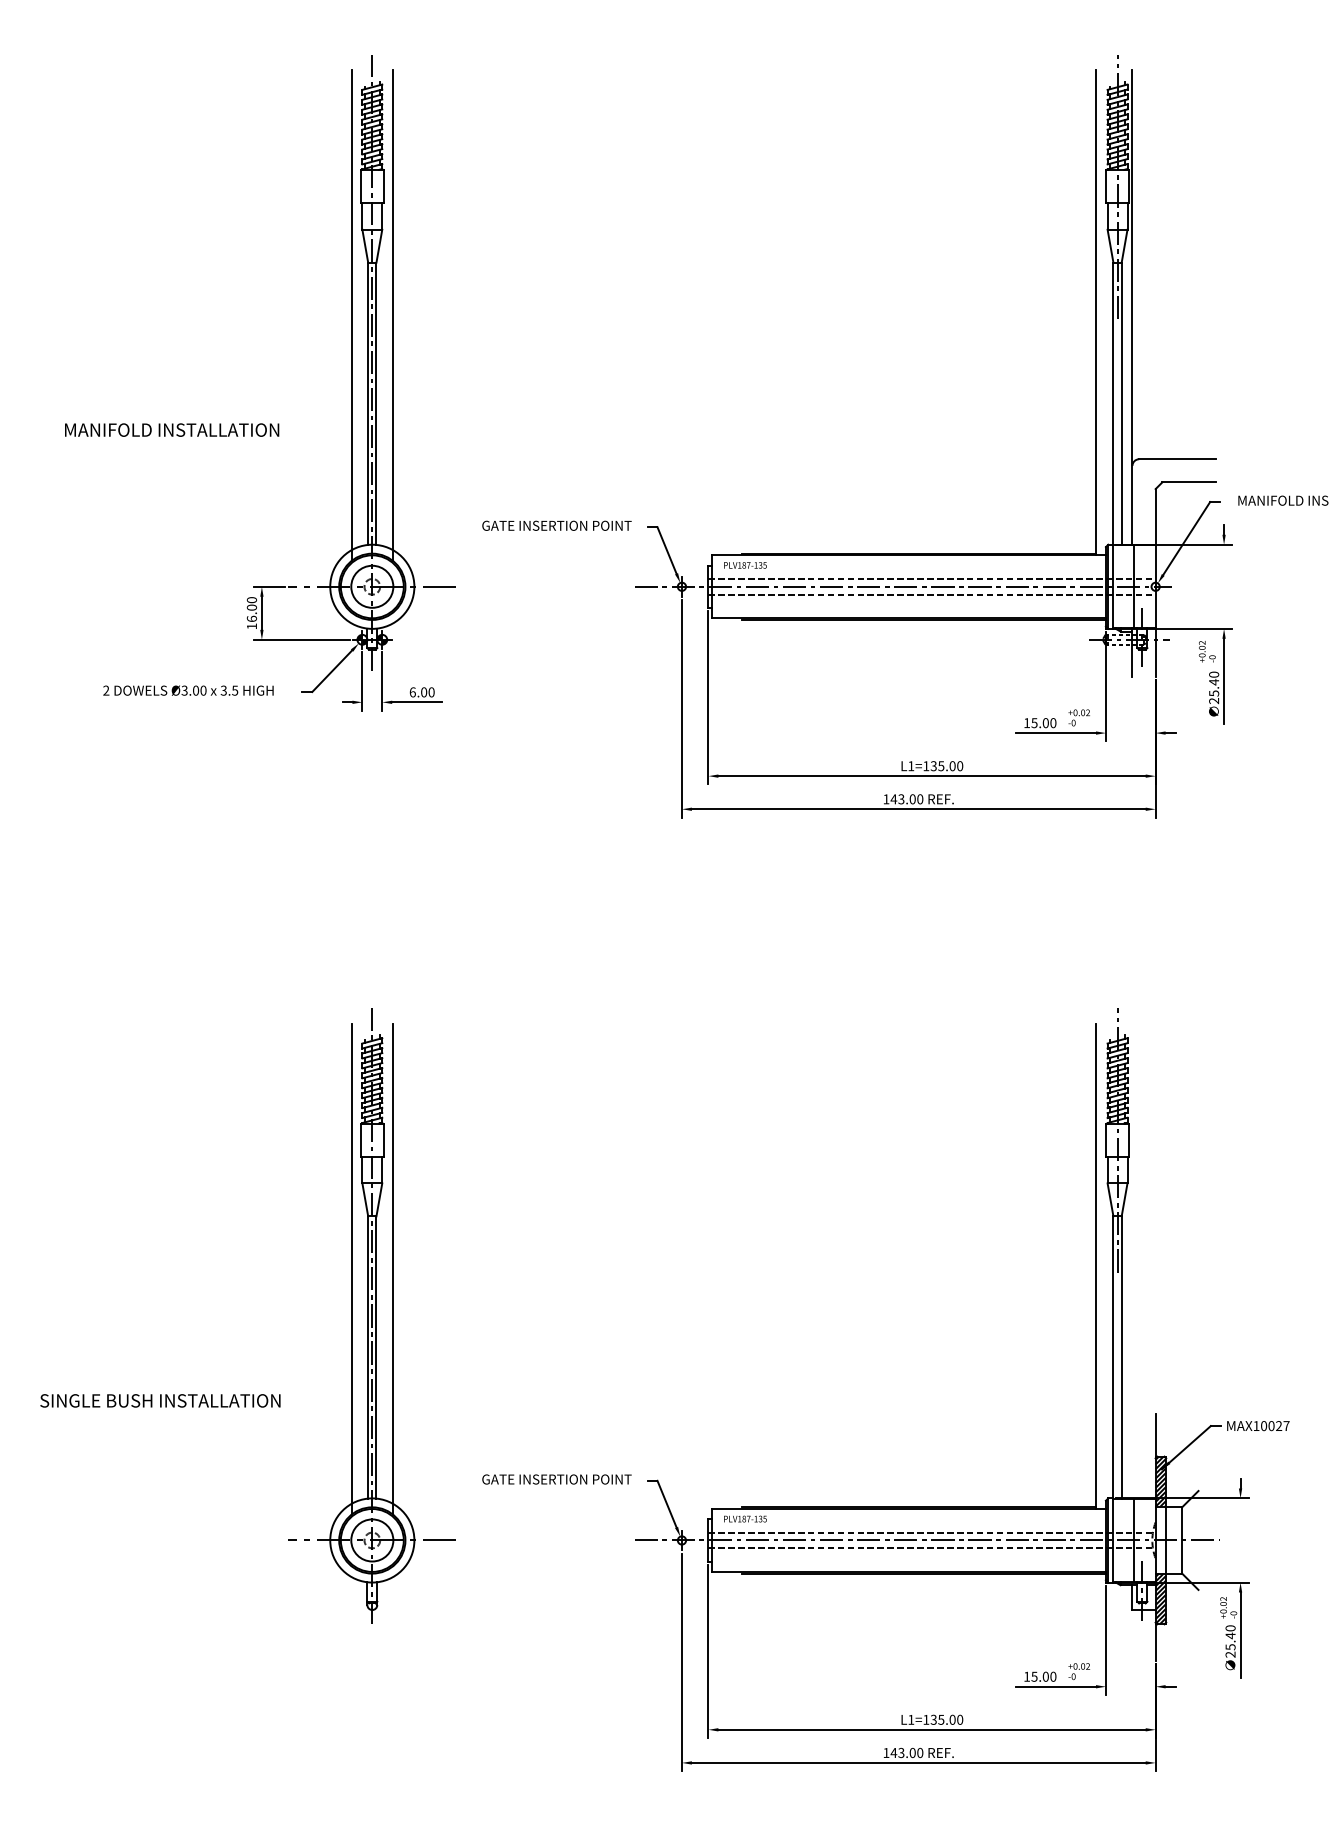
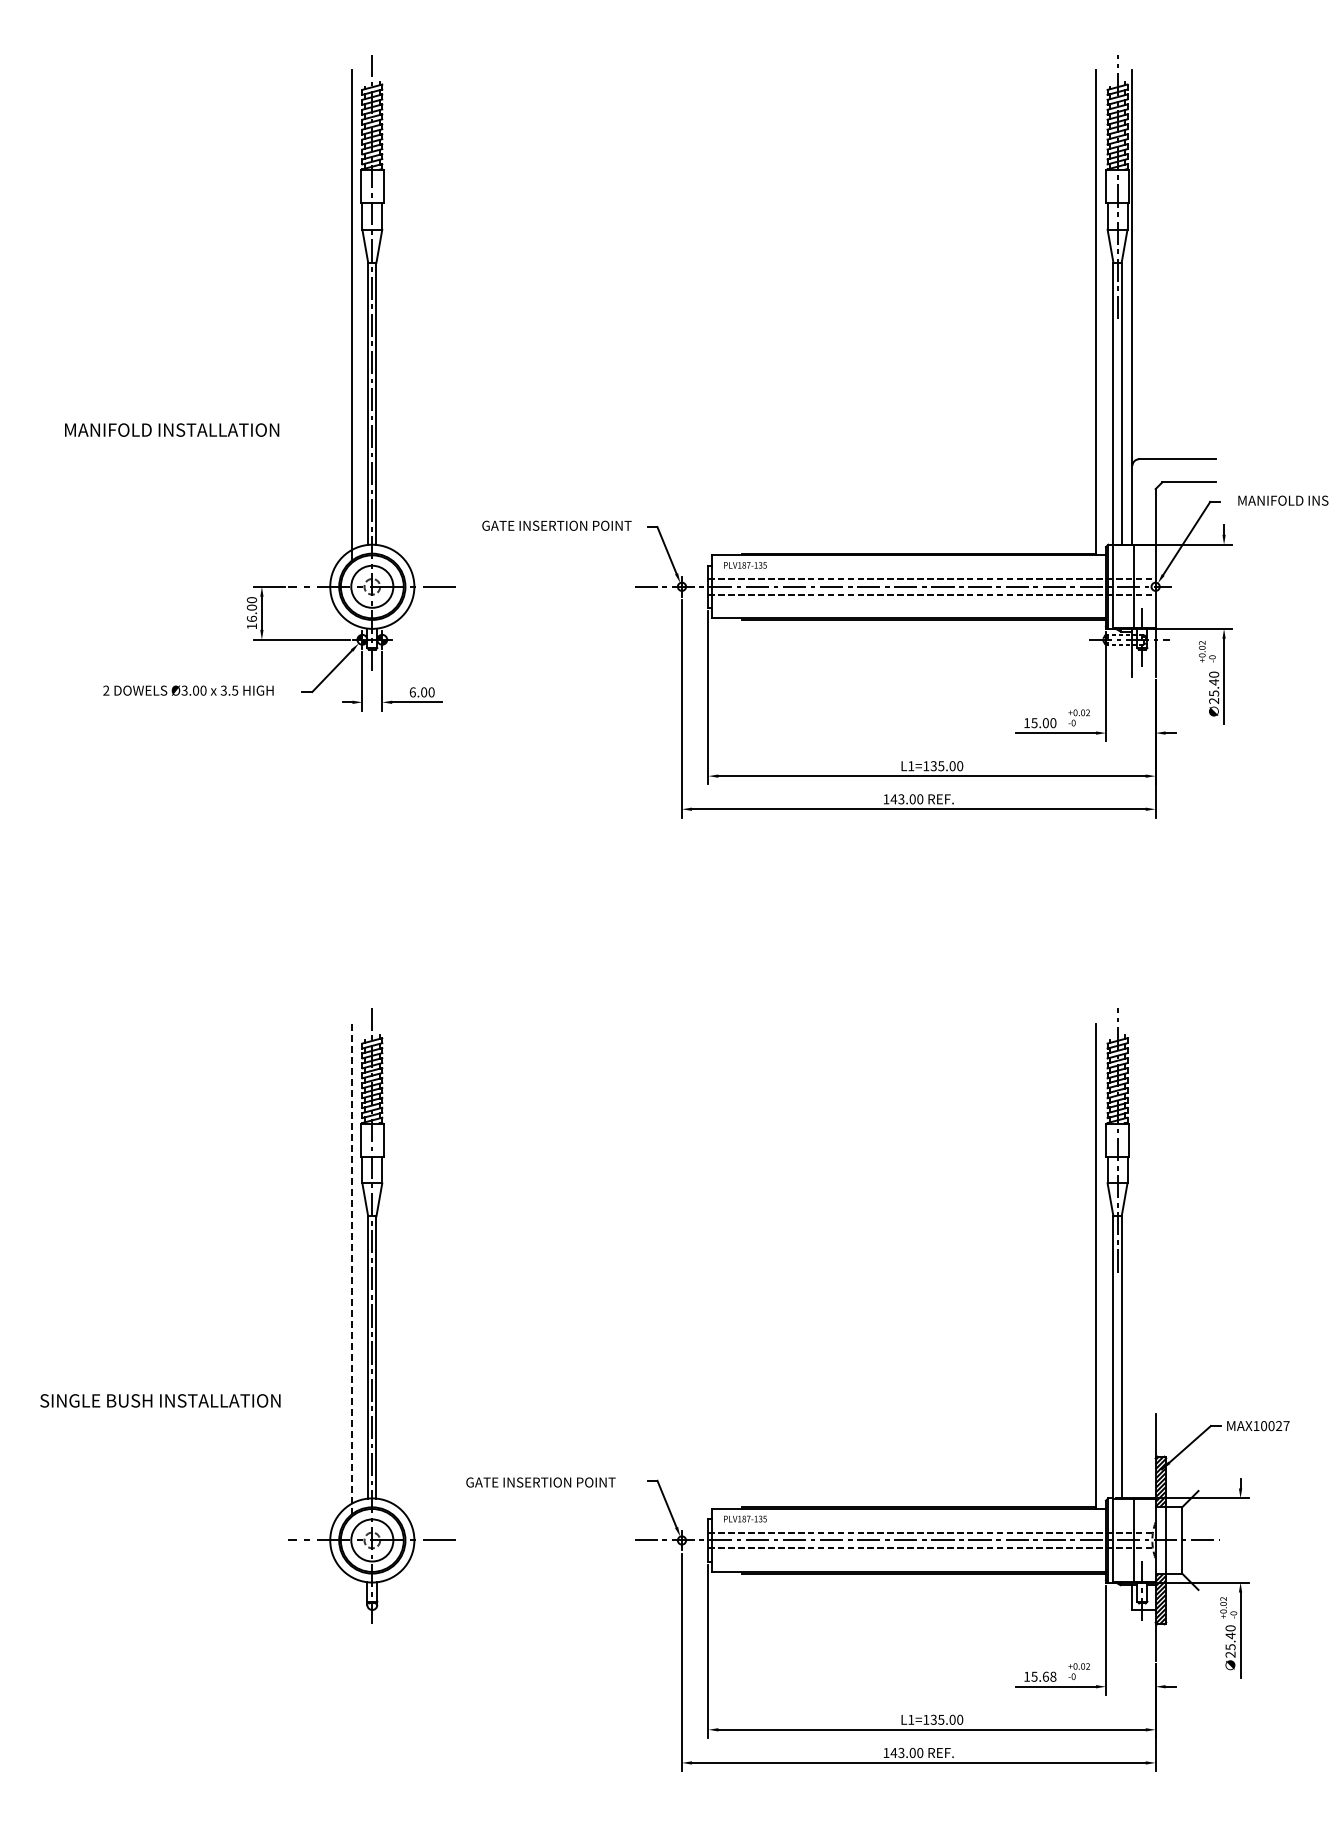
line at (393, 315): present -> none
line at (351, 1268): solid -> dashed
line at (393, 1268): present -> none
text at (556, 1479) position: (556, 1479) -> (540, 1482)
text at (1049, 1676): 15.00 -> 15.68
